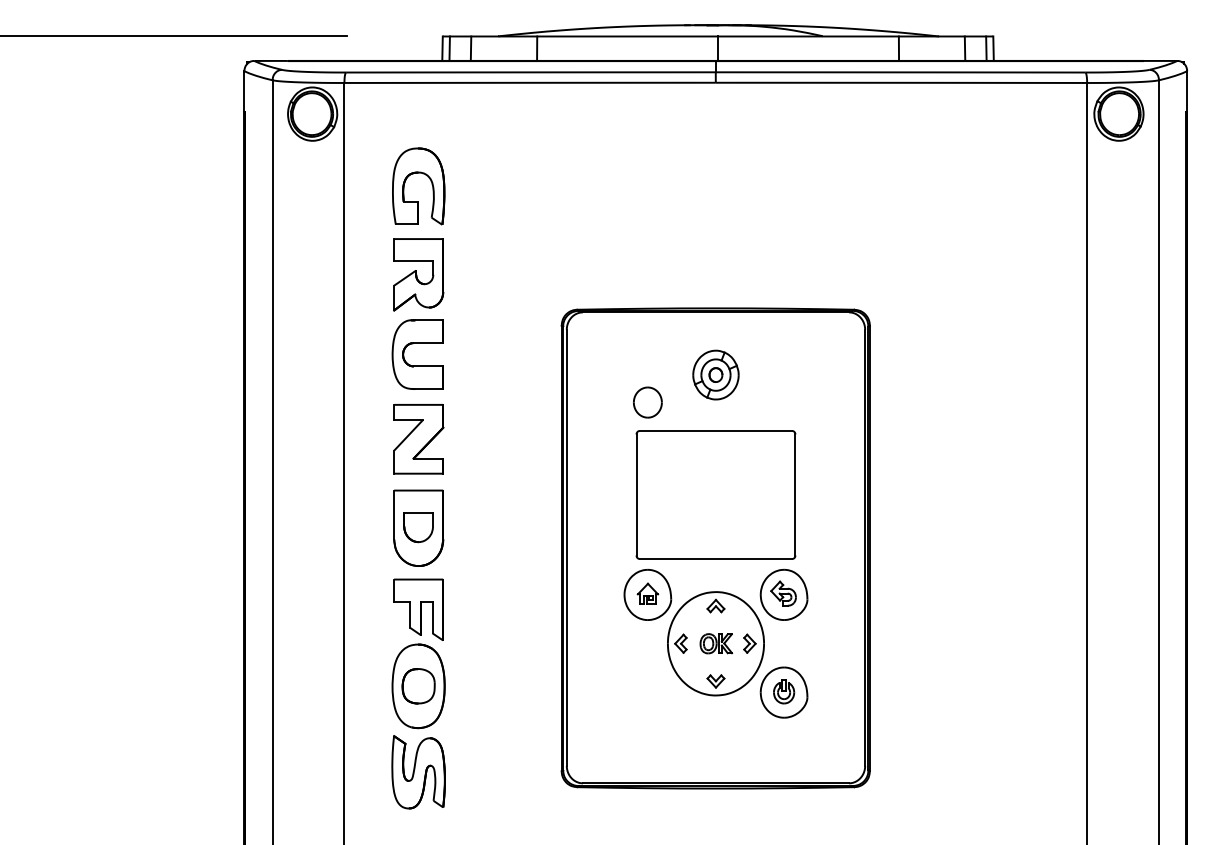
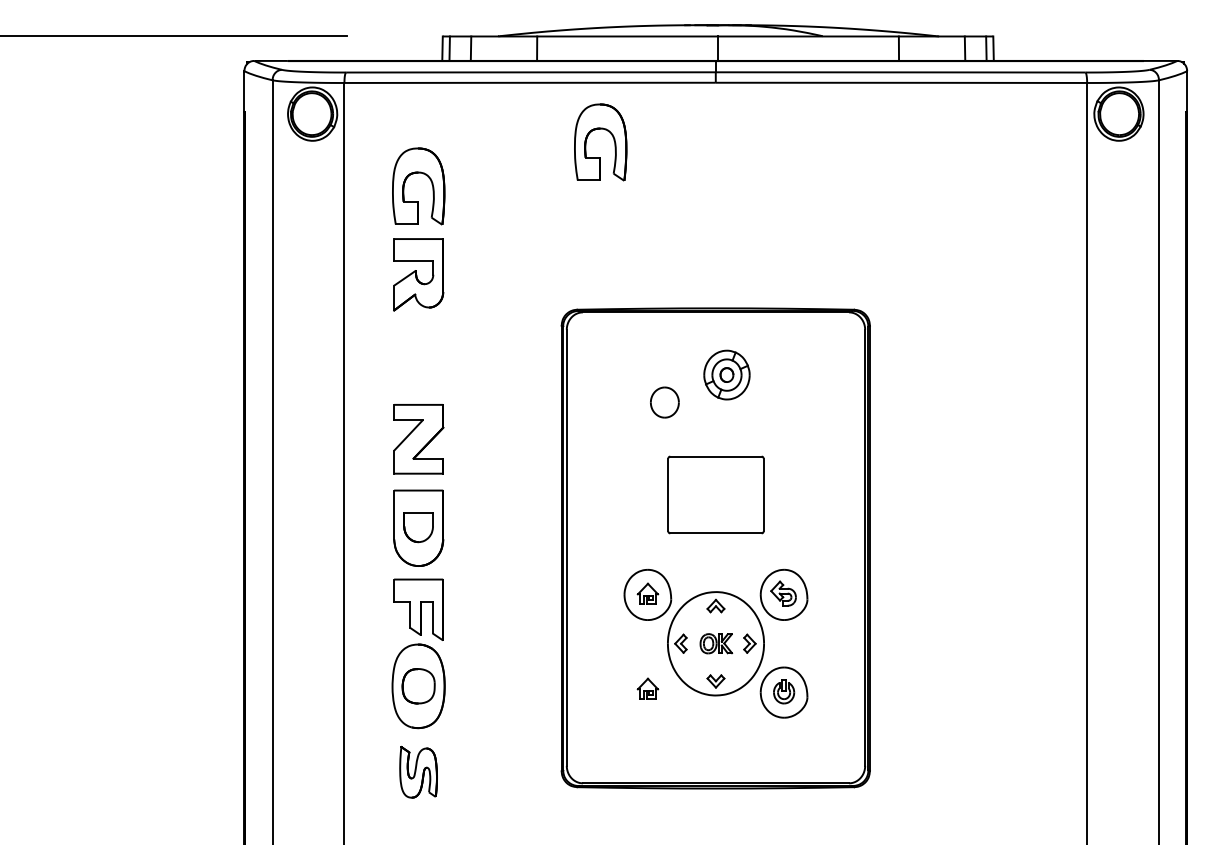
part at (610, 134): none -> present
part at (413, 344): present -> none
part at (715, 374) position: (715, 374) -> (726, 374)
part at (647, 402) position: (647, 402) -> (664, 402)
part at (715, 494) size: 162x130 px -> 98x80 px
part at (647, 688): none -> present
part at (418, 772) size: 55x75 px -> 39x54 px
